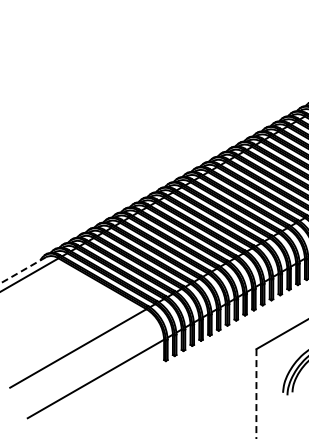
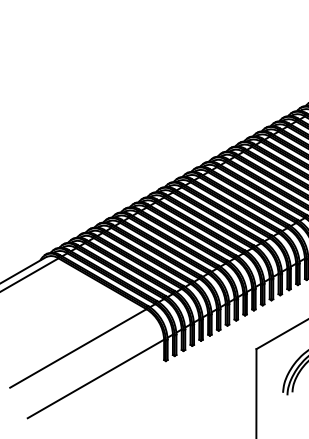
line at (22, 270): dashed -> solid
line at (256, 393): dashed -> solid
